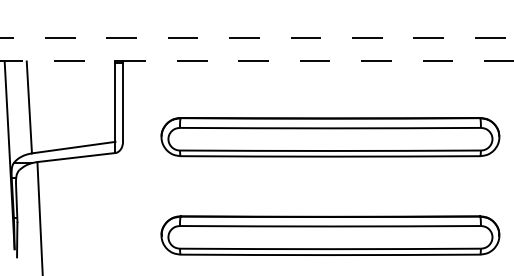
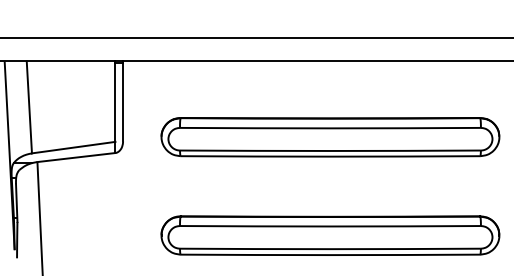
line at (257, 38): dashed -> solid
line at (256, 61): dashed -> solid
